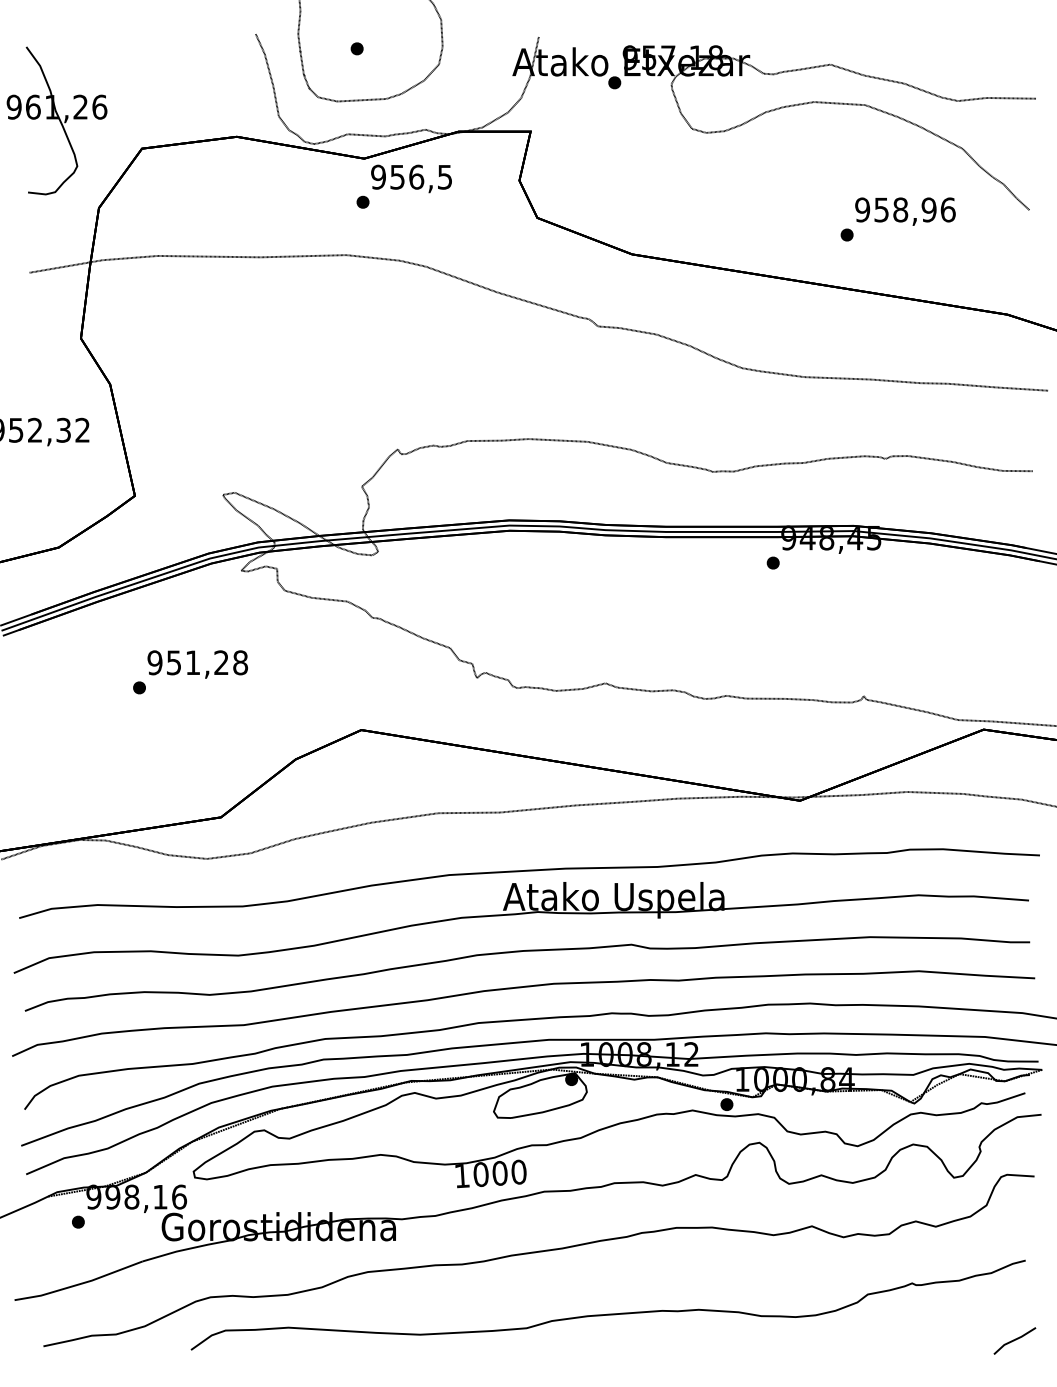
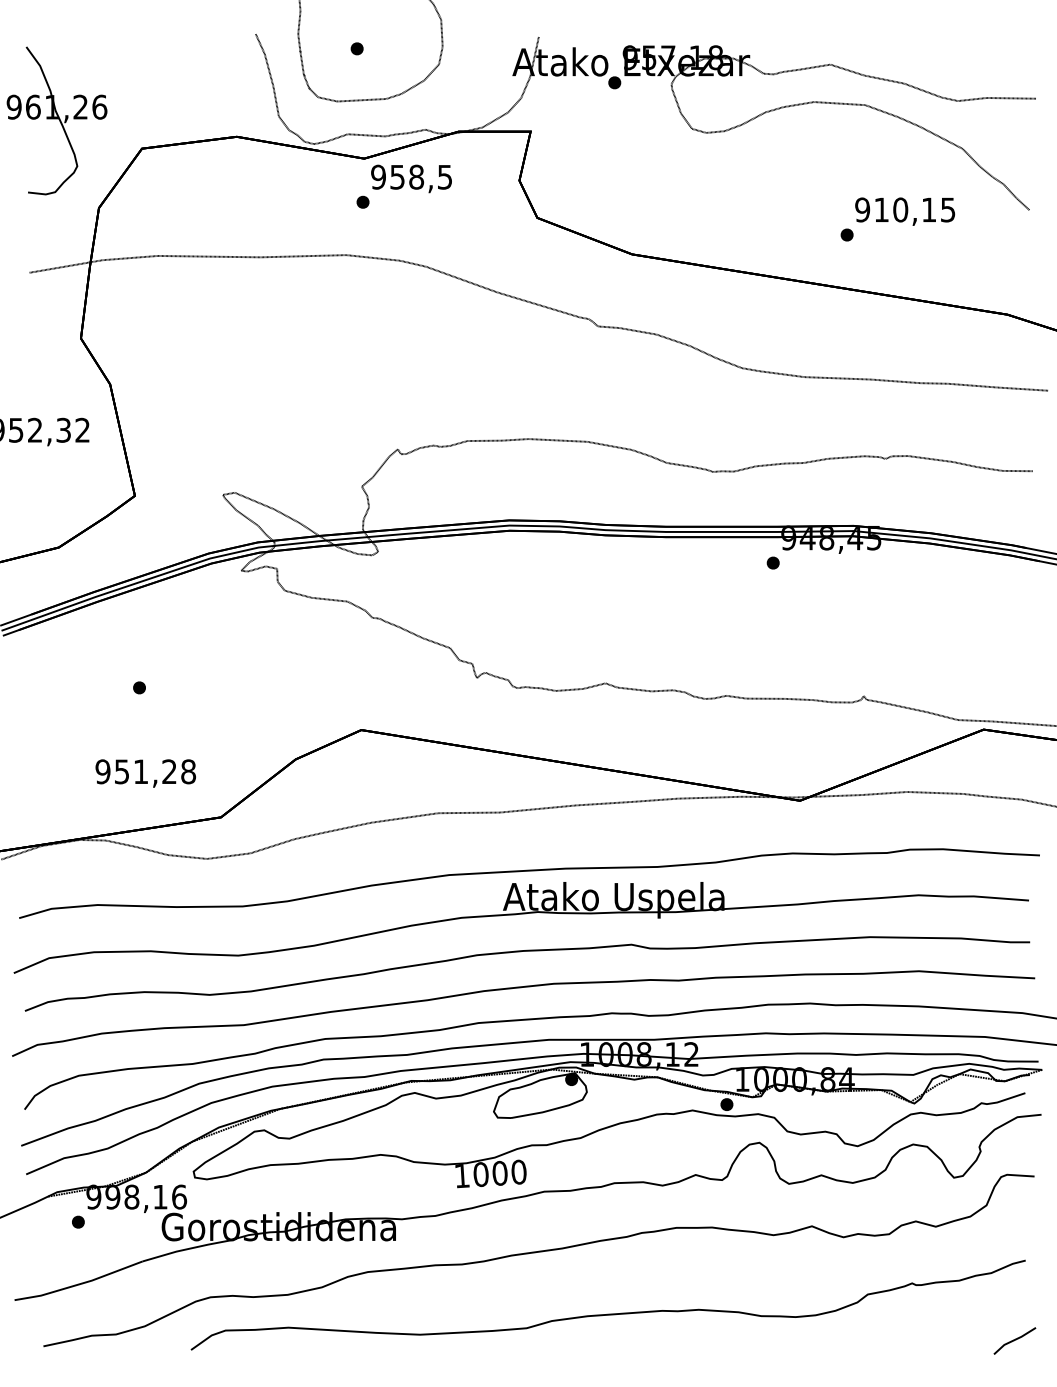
text at (416, 176): 956,5 -> 958,5
text at (914, 209): 958,96 -> 910,15
text at (197, 664) position: (197, 664) -> (145, 773)
